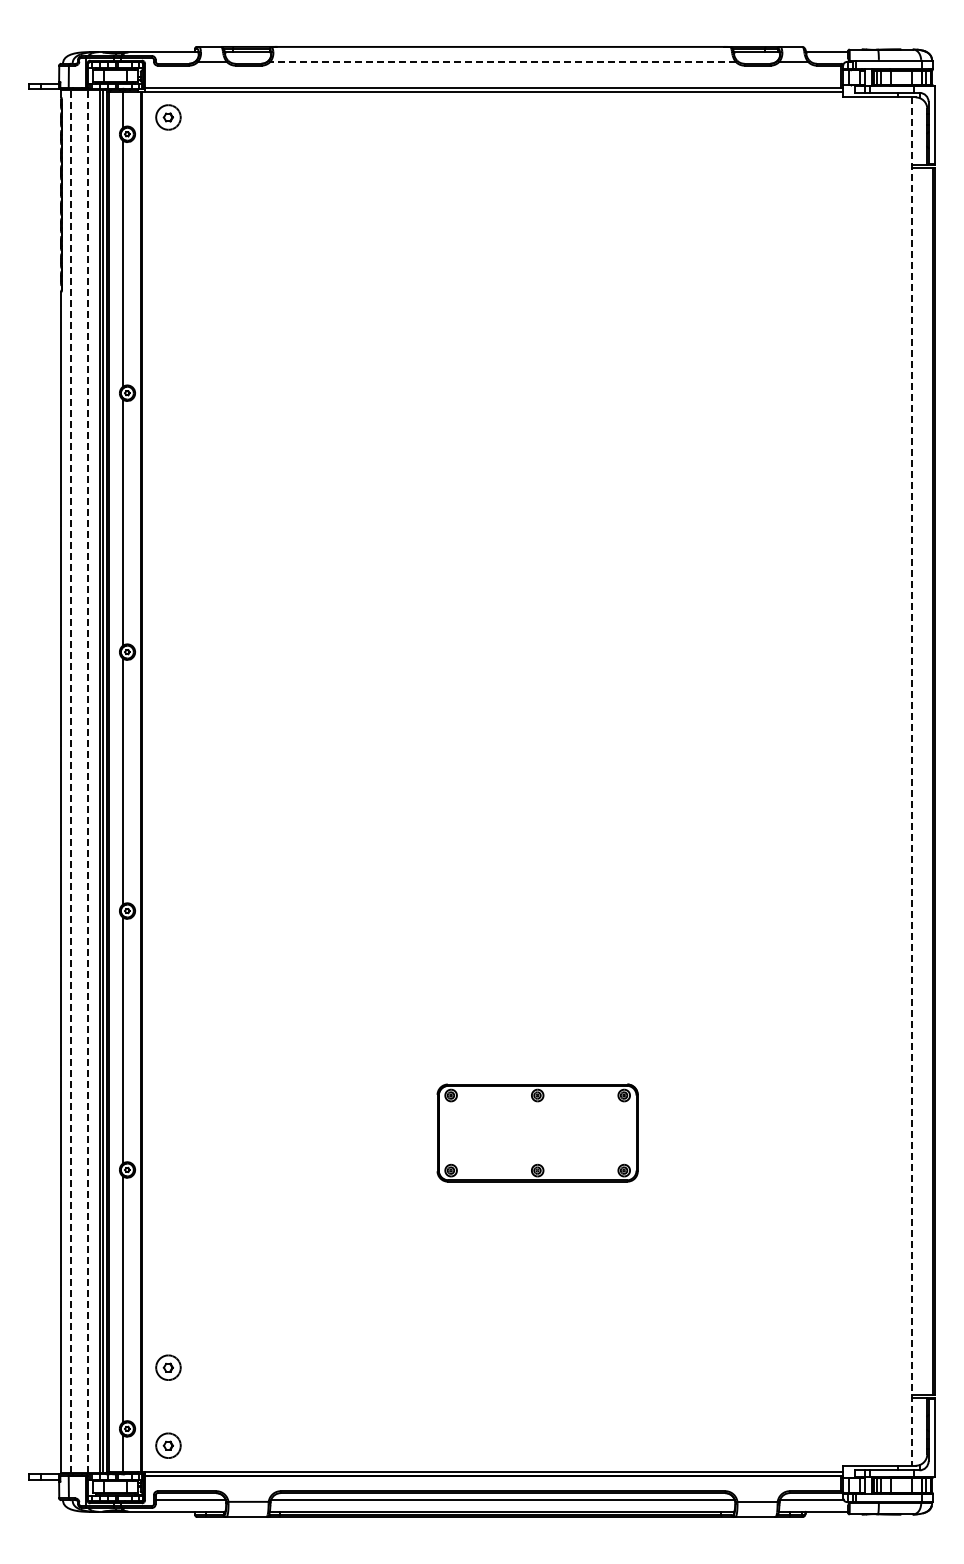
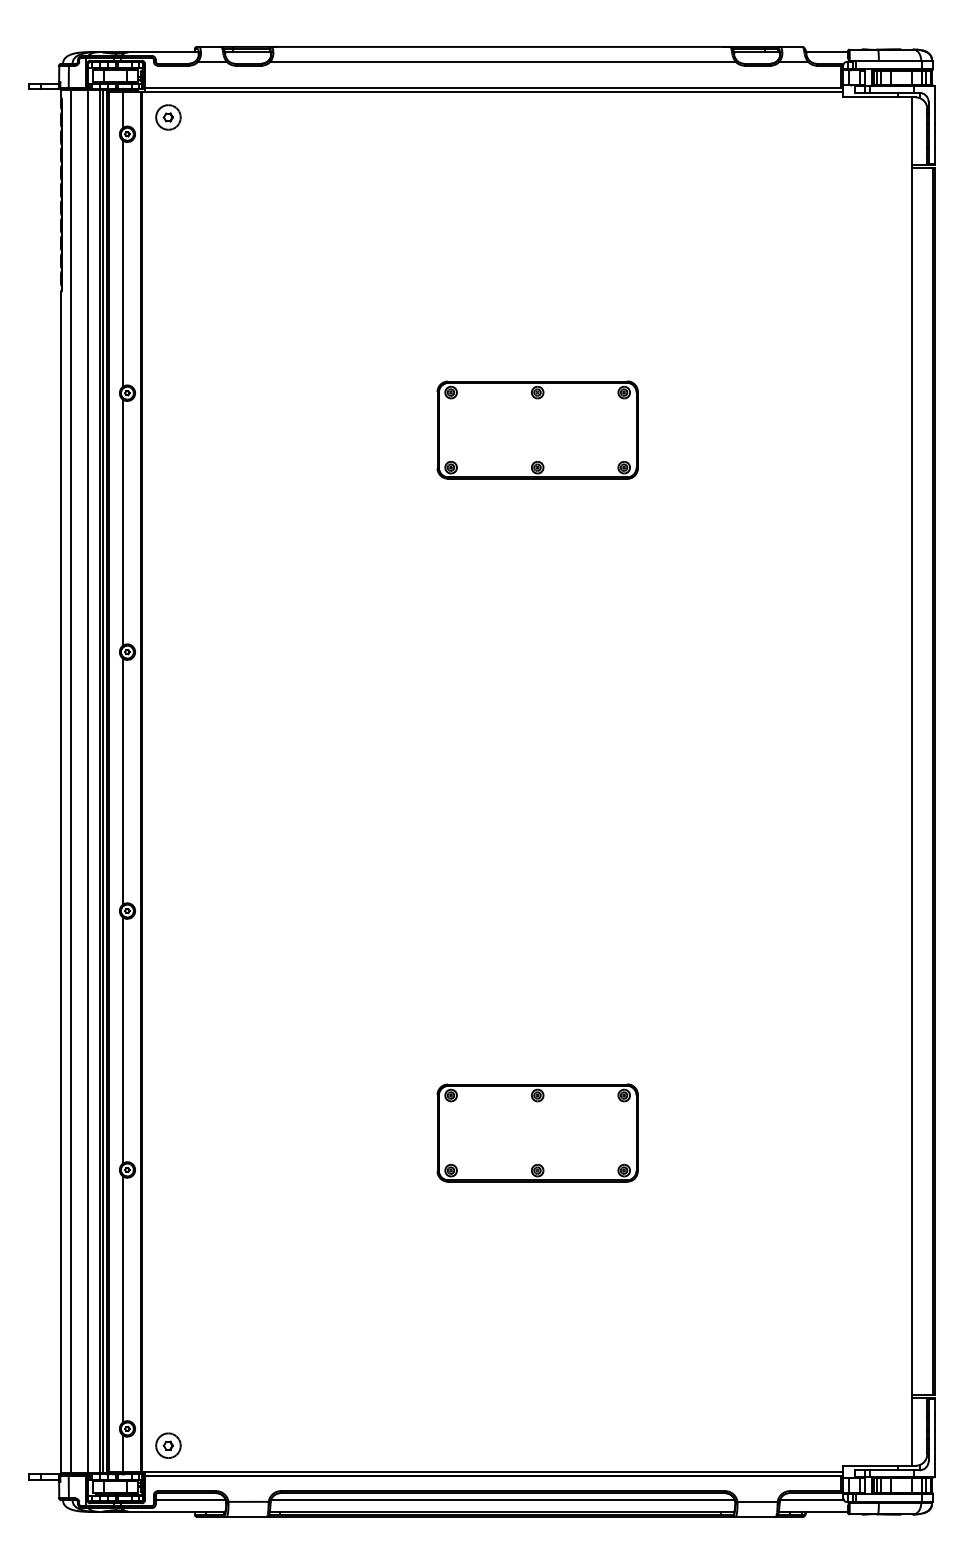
line at (503, 62): dashed -> solid
part at (537, 429): none -> present
line at (70, 781): dashed -> solid
line at (87, 781): dashed -> solid
line at (911, 782): dashed -> solid
part at (168, 1367): present -> none
